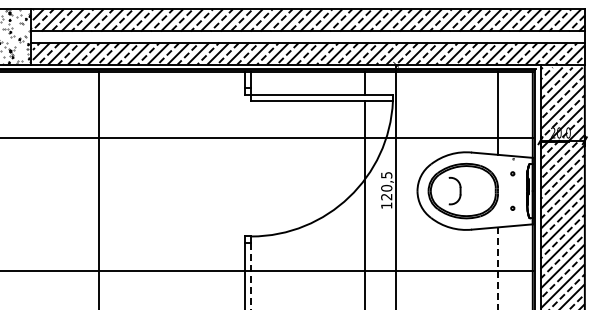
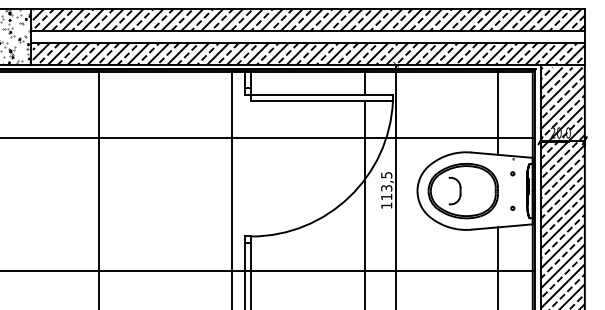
line at (232, 189): none -> present
text at (386, 192): 120,5 -> 113,5
line at (498, 268): dashed -> solid
line at (251, 277): dashed -> solid
